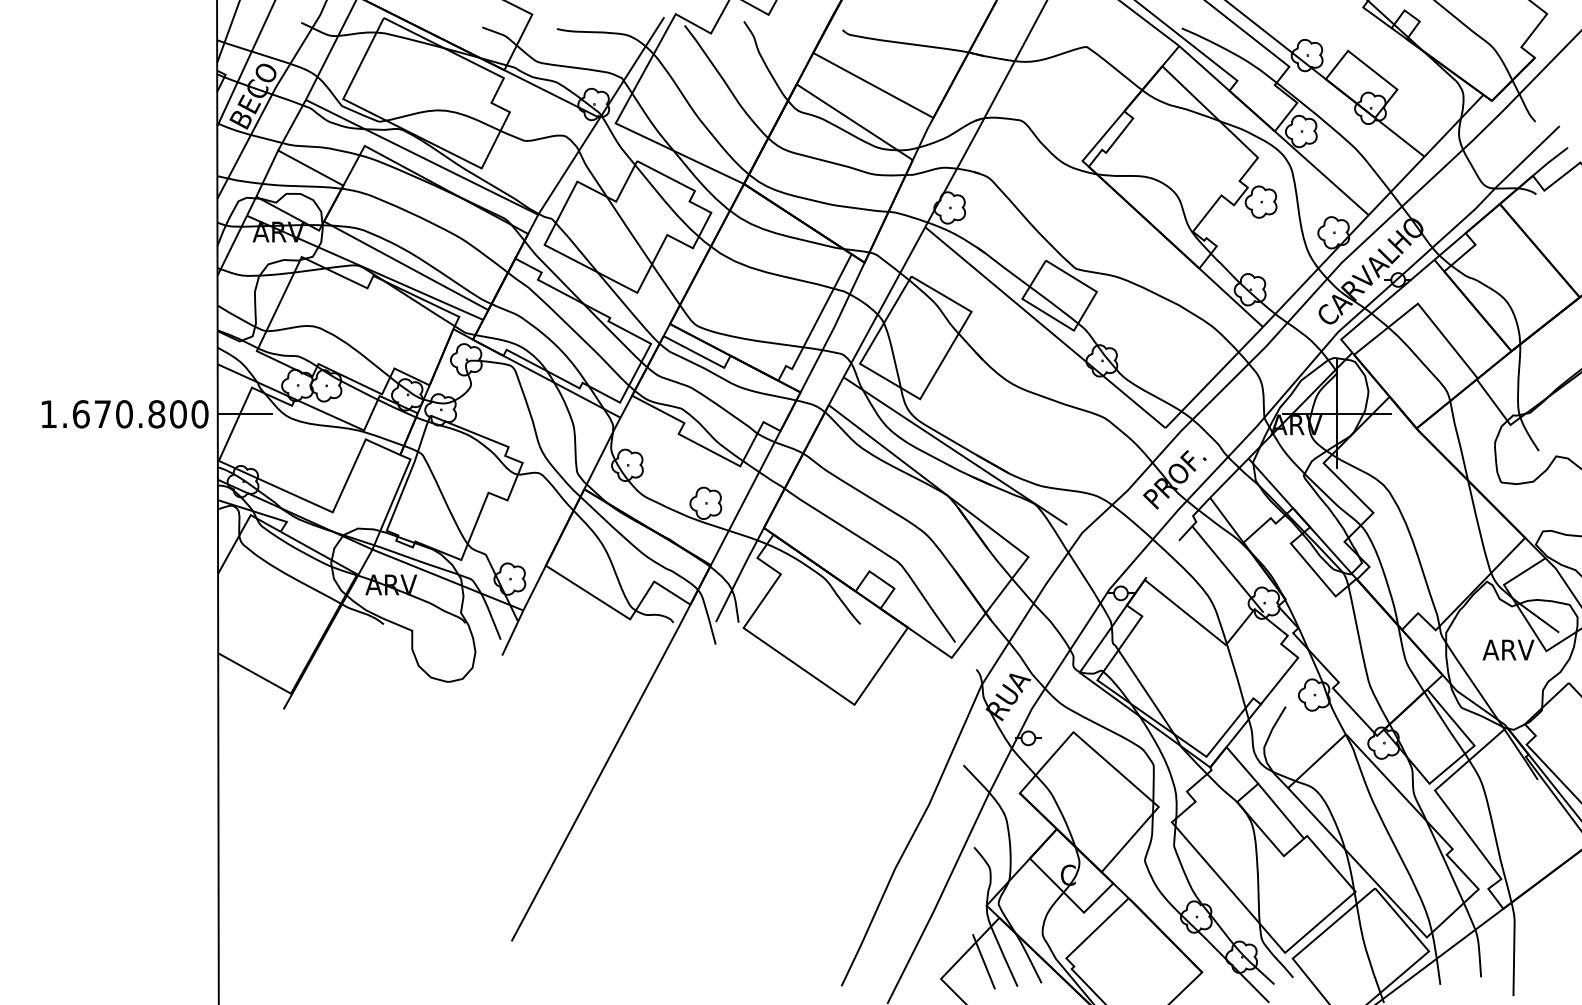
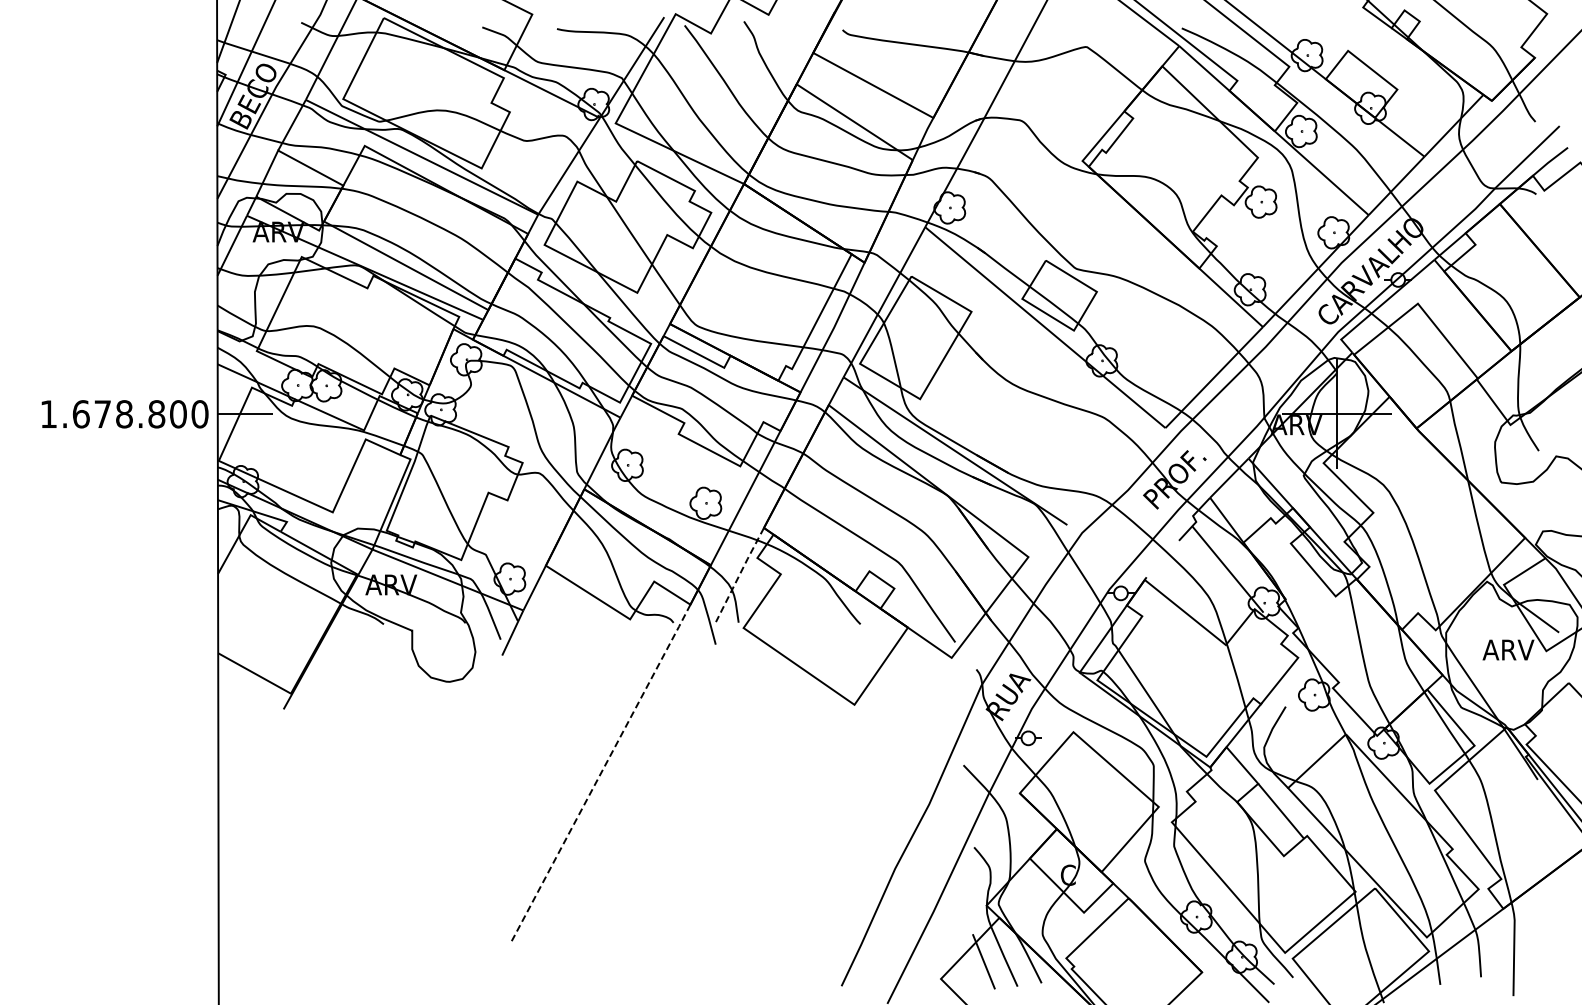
text at (124, 414): 1.670.800 -> 1.678.800
line at (740, 574): solid -> dashed
line at (601, 772): solid -> dashed
